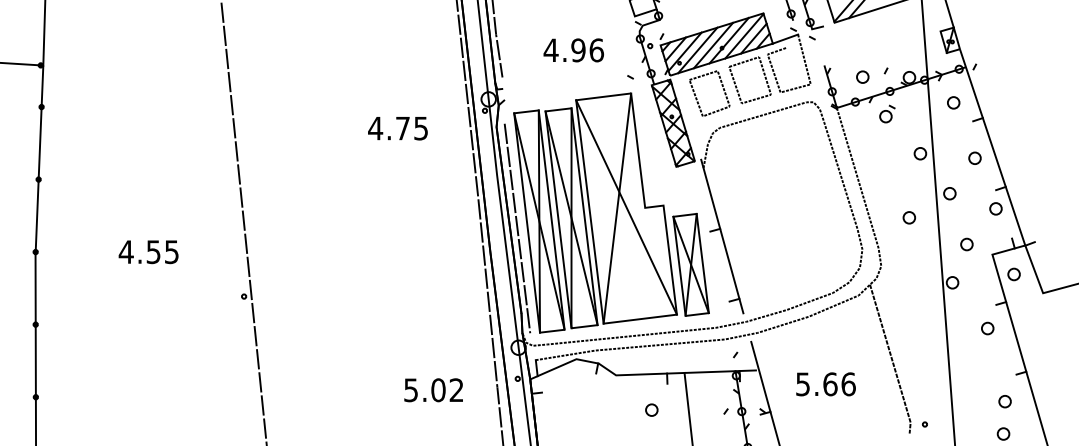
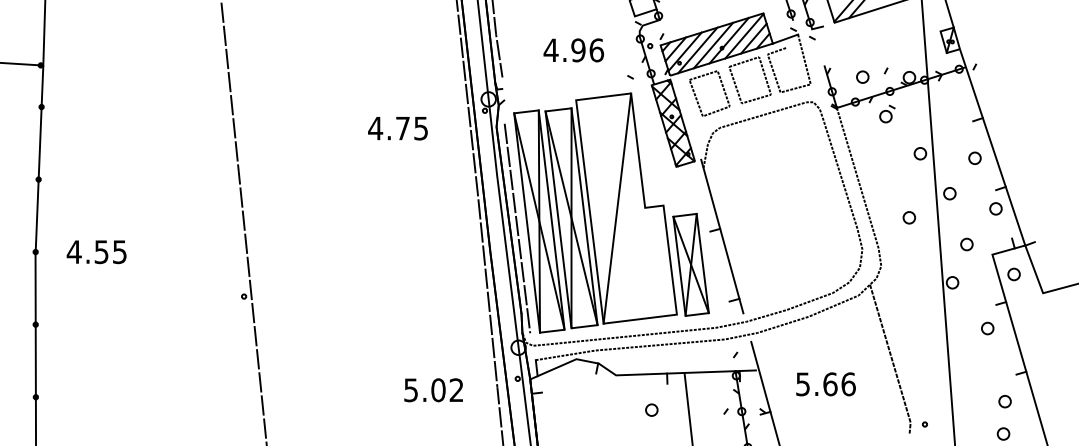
part at (953, 102): present -> none
line at (626, 207): present -> none
text at (148, 252) position: (148, 252) -> (96, 252)
